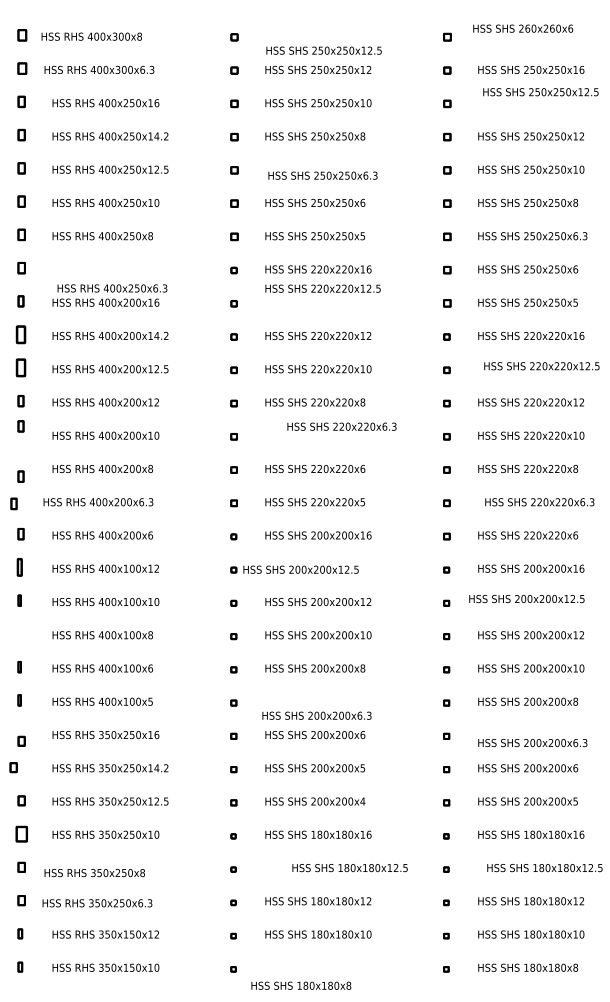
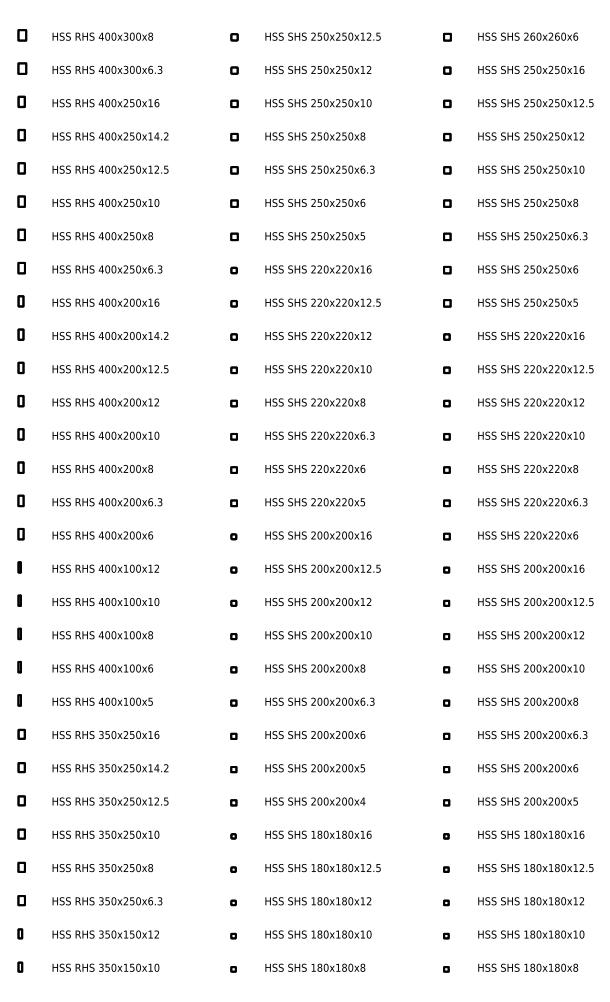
text at (523, 28) position: (523, 28) -> (528, 36)
text at (91, 36) position: (91, 36) -> (102, 36)
text at (323, 50) position: (323, 50) -> (322, 36)
text at (99, 69) position: (99, 69) -> (107, 69)
text at (540, 92) position: (540, 92) -> (535, 103)
text at (322, 175) position: (322, 175) -> (319, 169)
text at (112, 288) position: (112, 288) -> (107, 269)
text at (322, 288) position: (322, 288) -> (322, 302)
part at (20, 334) size: 12x20 px -> 8x13 px
text at (541, 366) position: (541, 366) -> (535, 369)
part at (20, 367) size: 12x20 px -> 8x14 px
part at (20, 426) position: (20, 426) -> (20, 434)
text at (341, 426) position: (341, 426) -> (319, 435)
part at (20, 476) position: (20, 476) -> (20, 467)
text at (98, 502) position: (98, 502) -> (107, 502)
text at (539, 502) position: (539, 502) -> (532, 502)
part at (13, 503) position: (13, 503) -> (20, 500)
part at (19, 567) size: 7x19 px -> 5x13 px
text at (300, 569) position: (300, 569) -> (322, 568)
text at (526, 599) position: (526, 599) -> (535, 602)
part at (19, 633): none -> present
text at (316, 715) position: (316, 715) -> (319, 701)
part at (21, 740) position: (21, 740) -> (21, 733)
text at (532, 743) position: (532, 743) -> (532, 735)
part at (13, 767) position: (13, 767) -> (21, 767)
part at (21, 833) size: 13x18 px -> 9x12 px
text at (349, 868) position: (349, 868) -> (322, 868)
text at (544, 868) position: (544, 868) -> (535, 868)
text at (94, 873) position: (94, 873) -> (102, 868)
text at (97, 903) position: (97, 903) -> (107, 901)
text at (301, 985) position: (301, 985) -> (315, 967)
